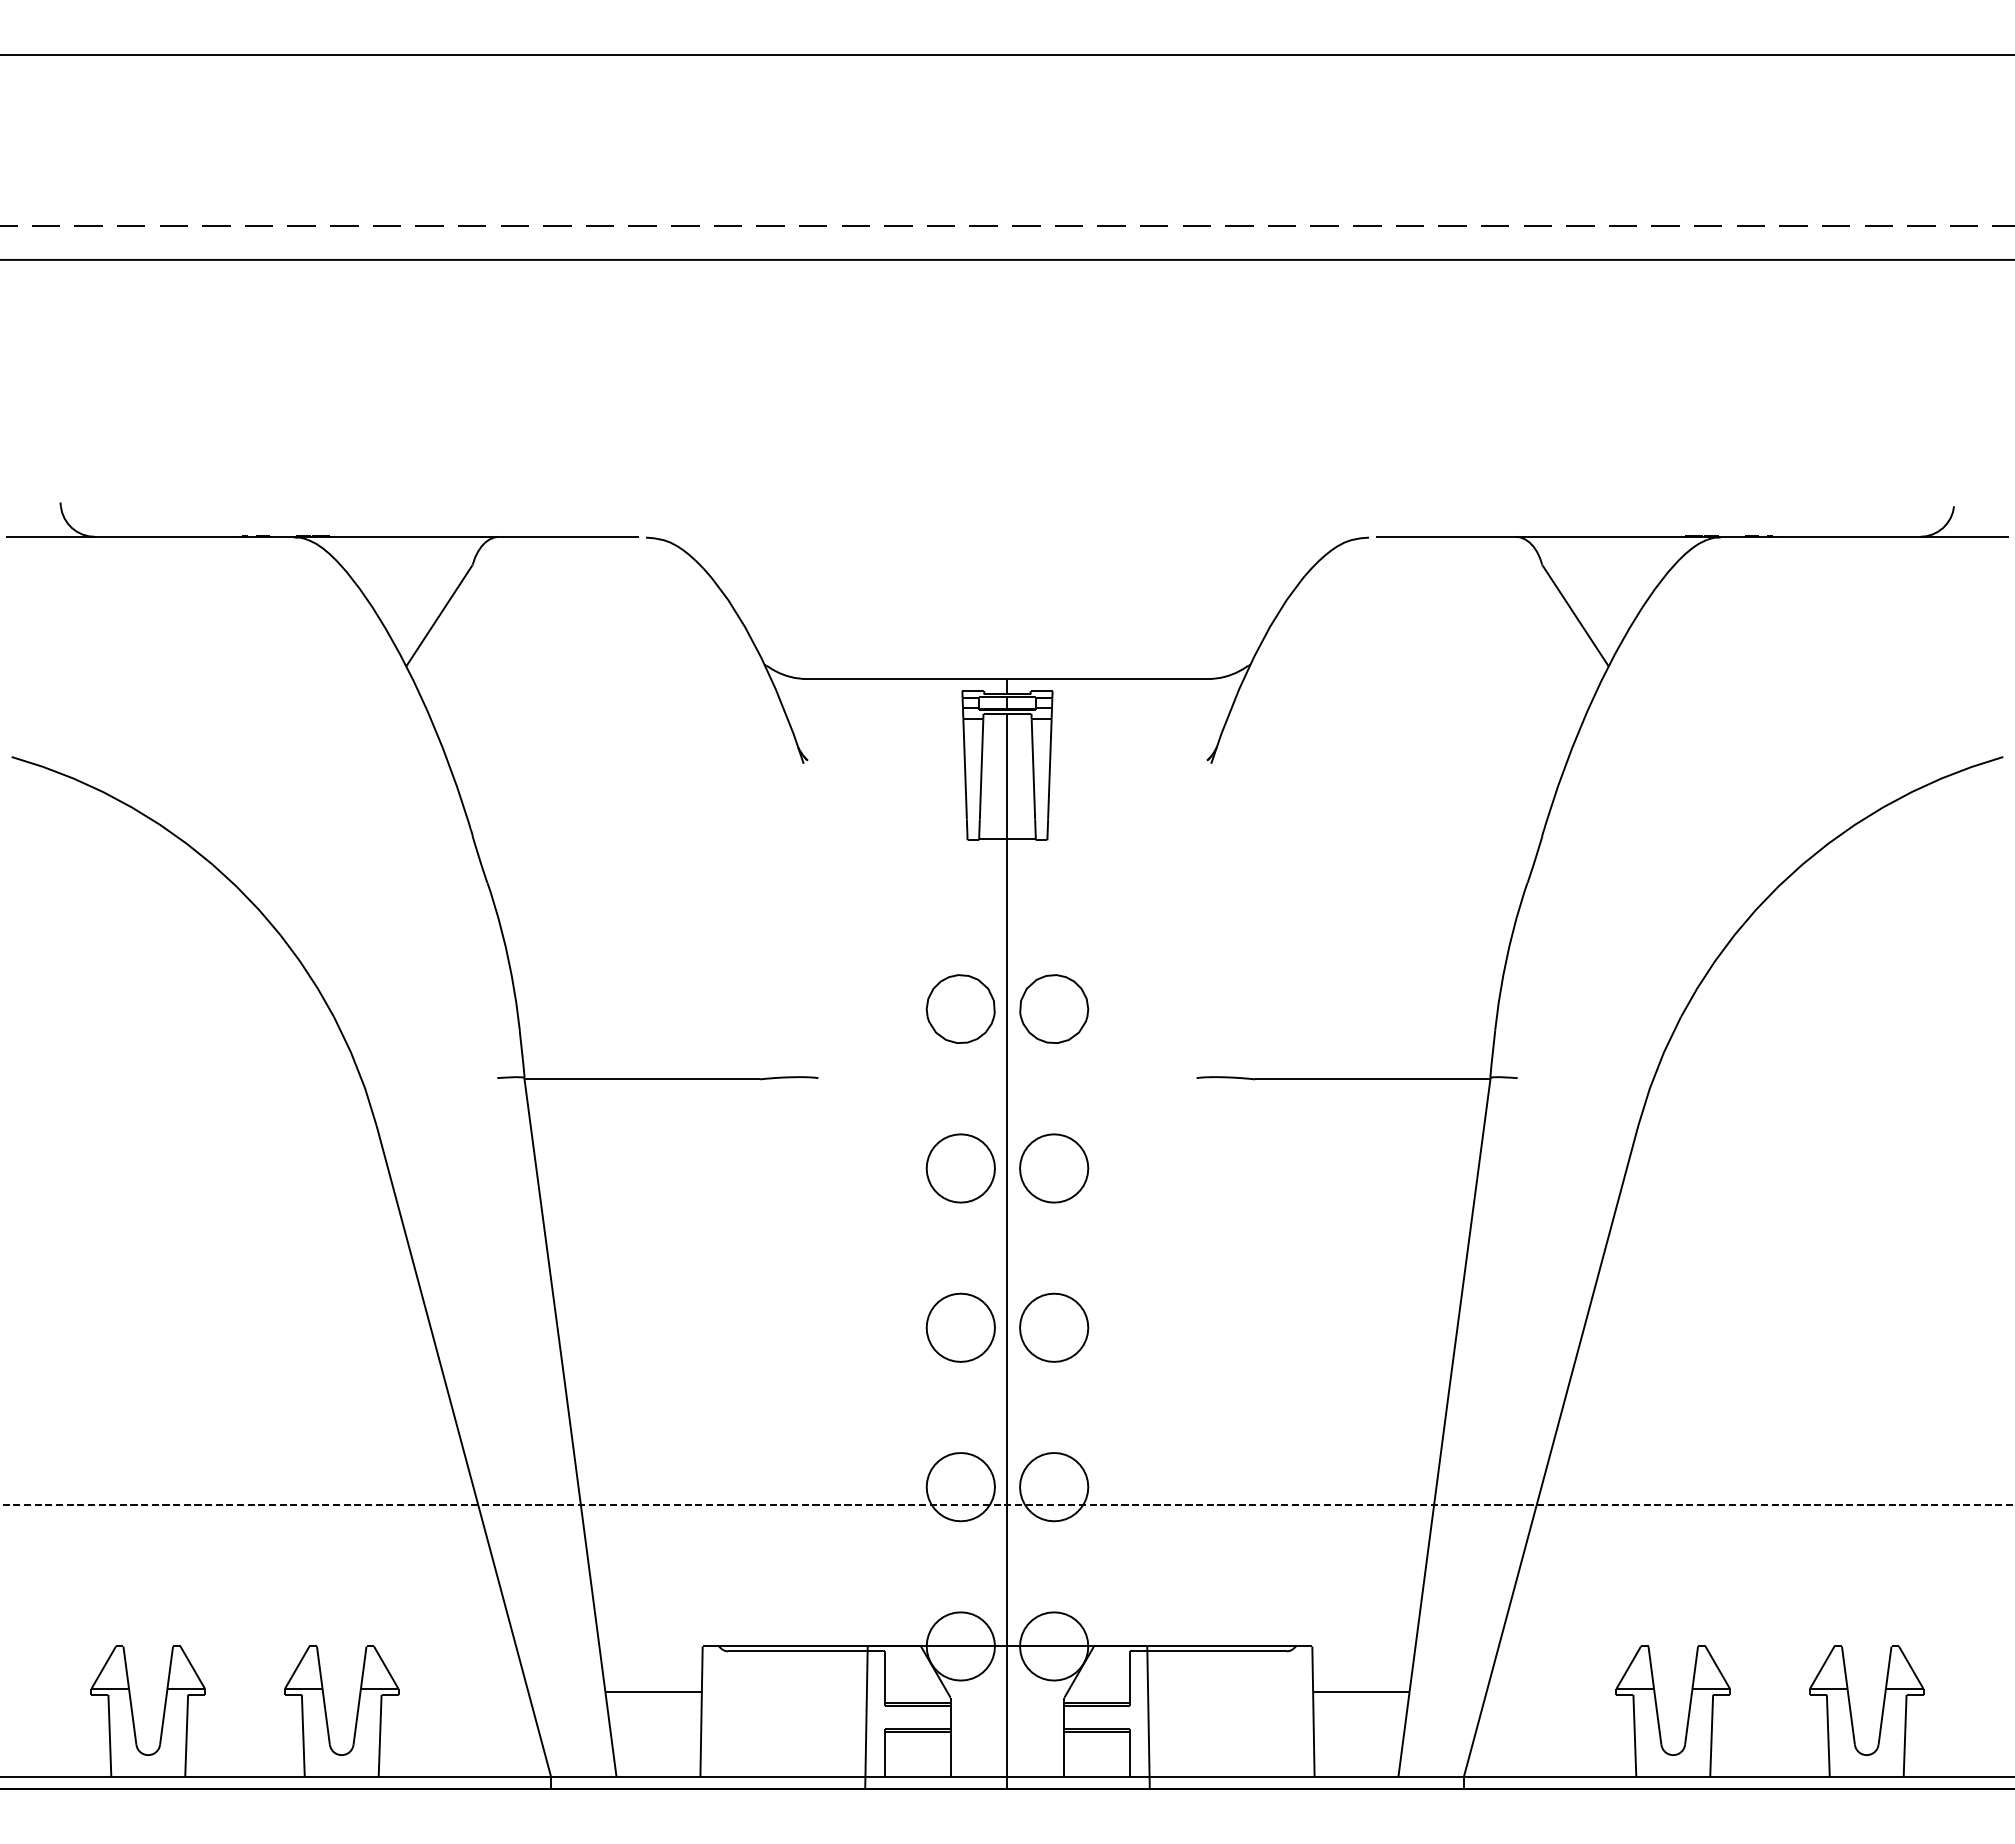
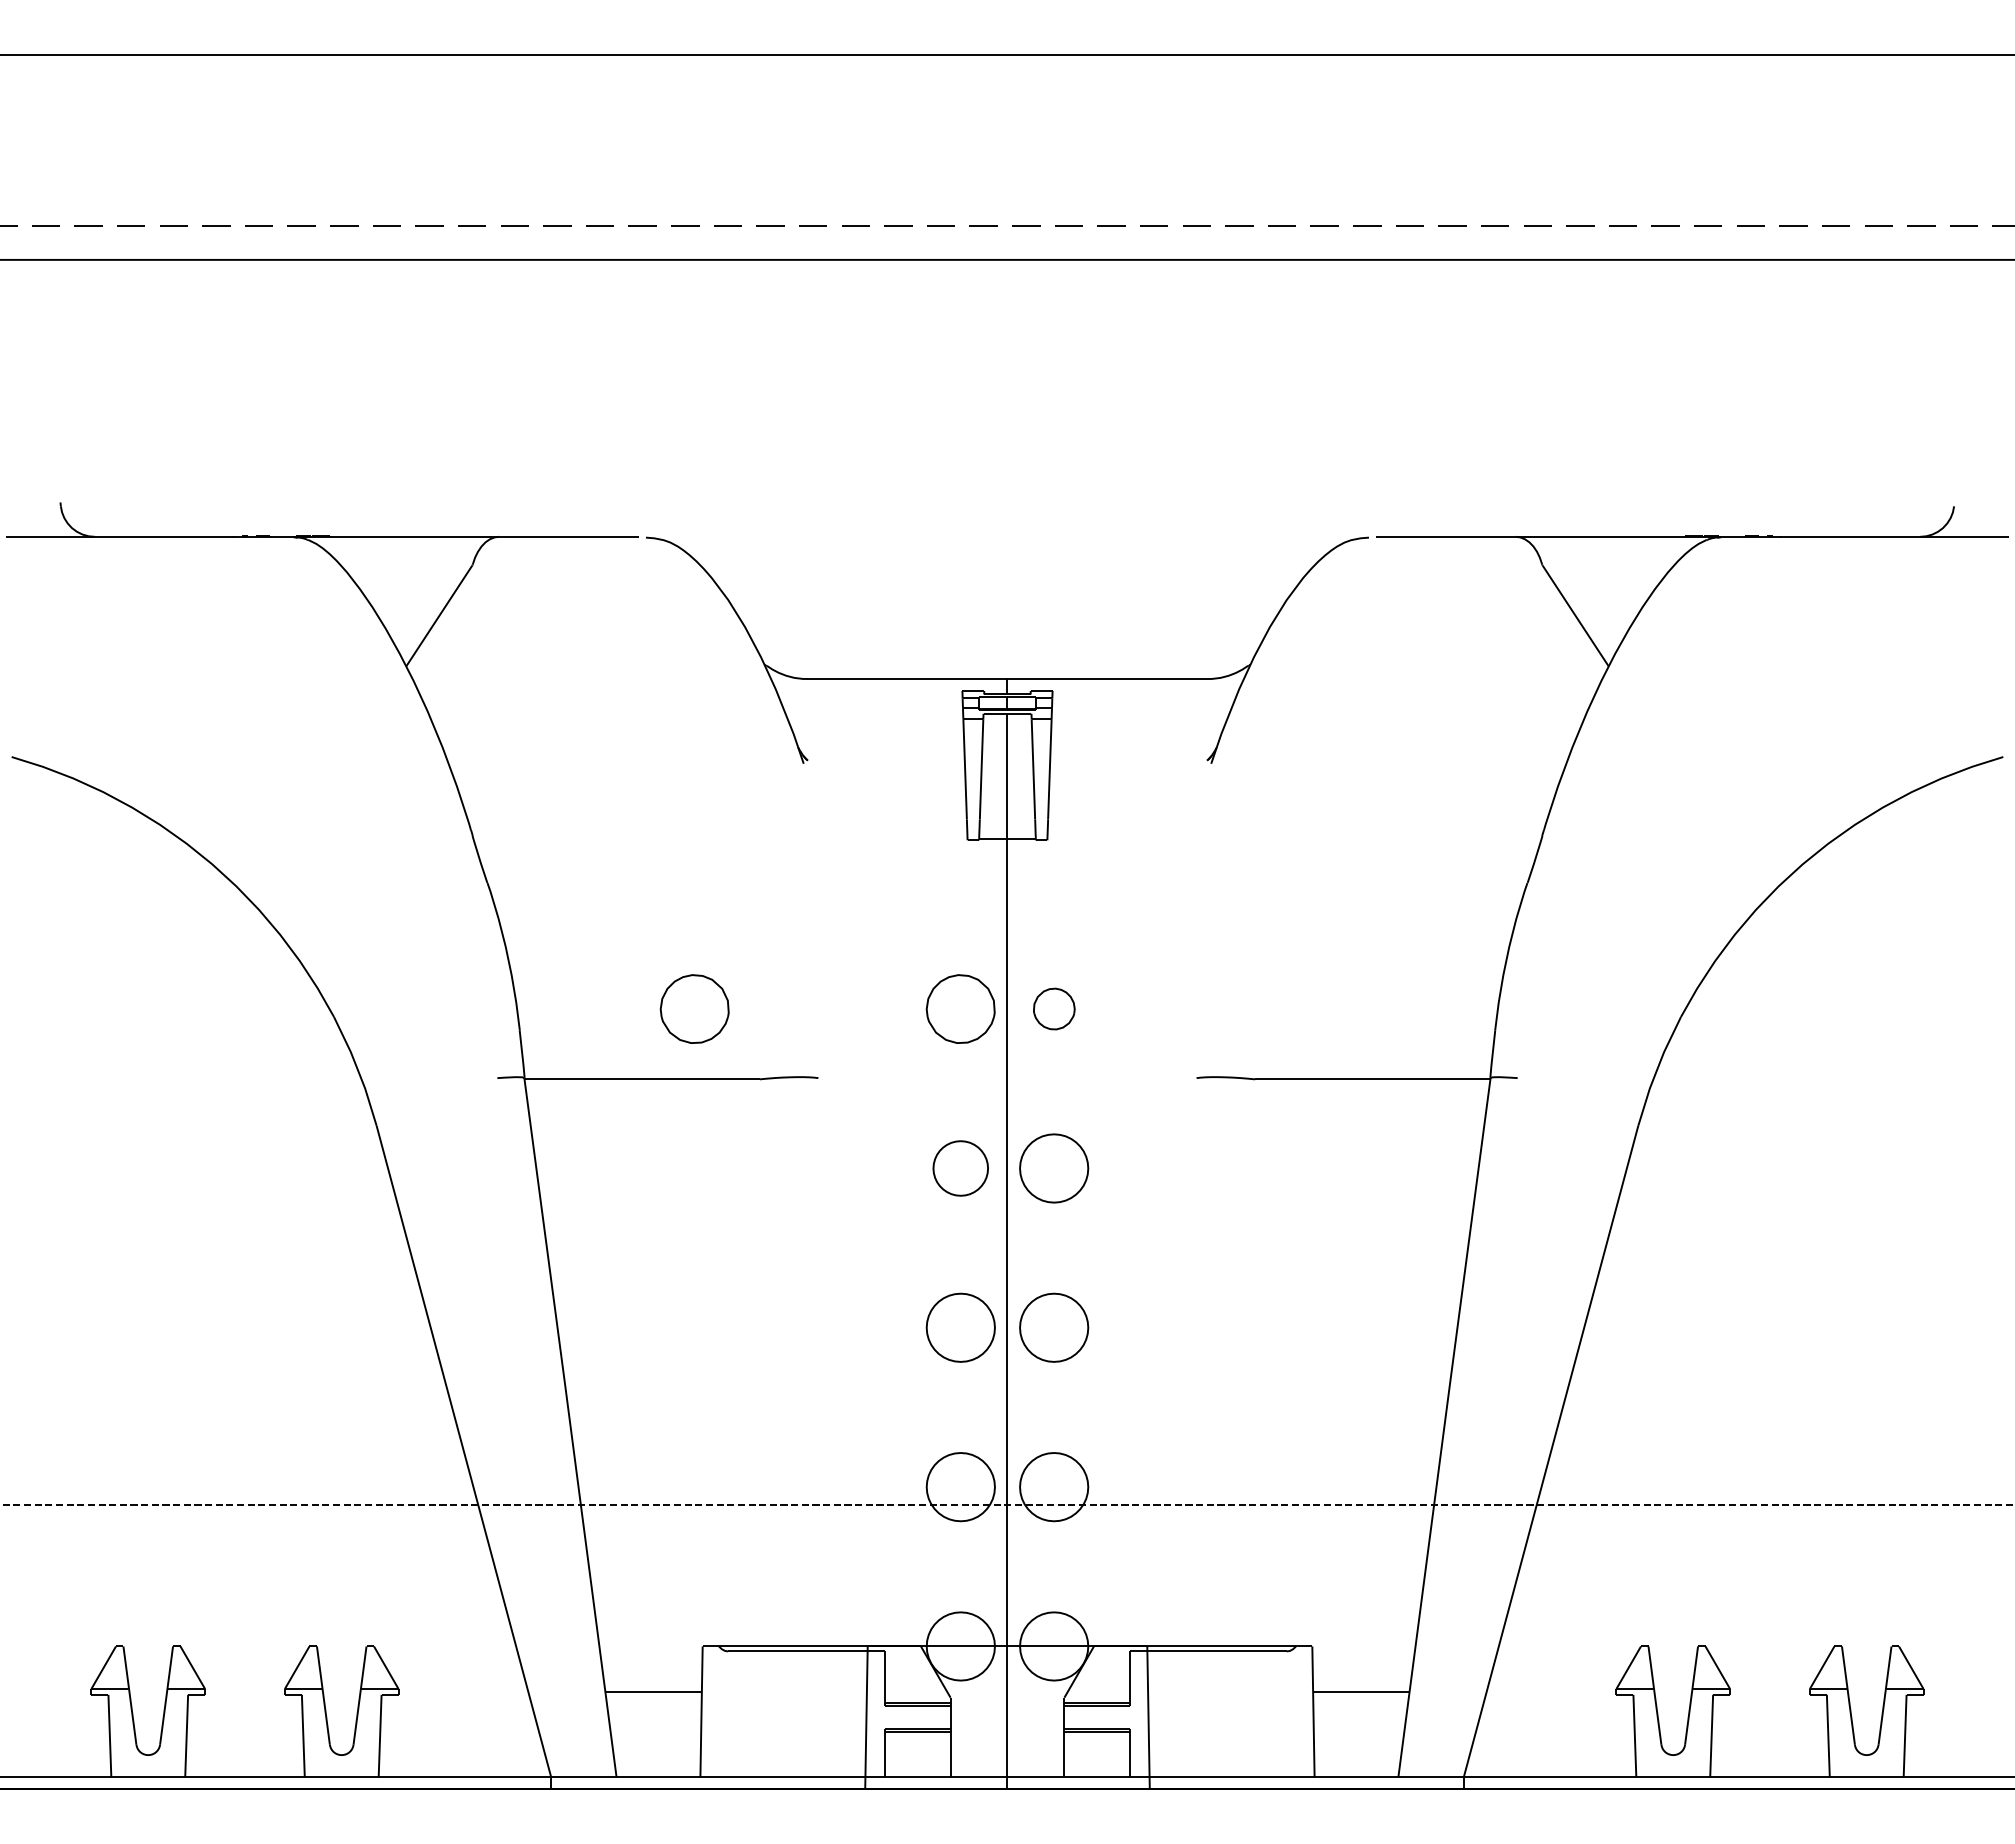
part at (694, 1008): none -> present
part at (1054, 1008) size: 71x70 px -> 43x44 px
part at (960, 1168) size: 71x71 px -> 57x57 px
